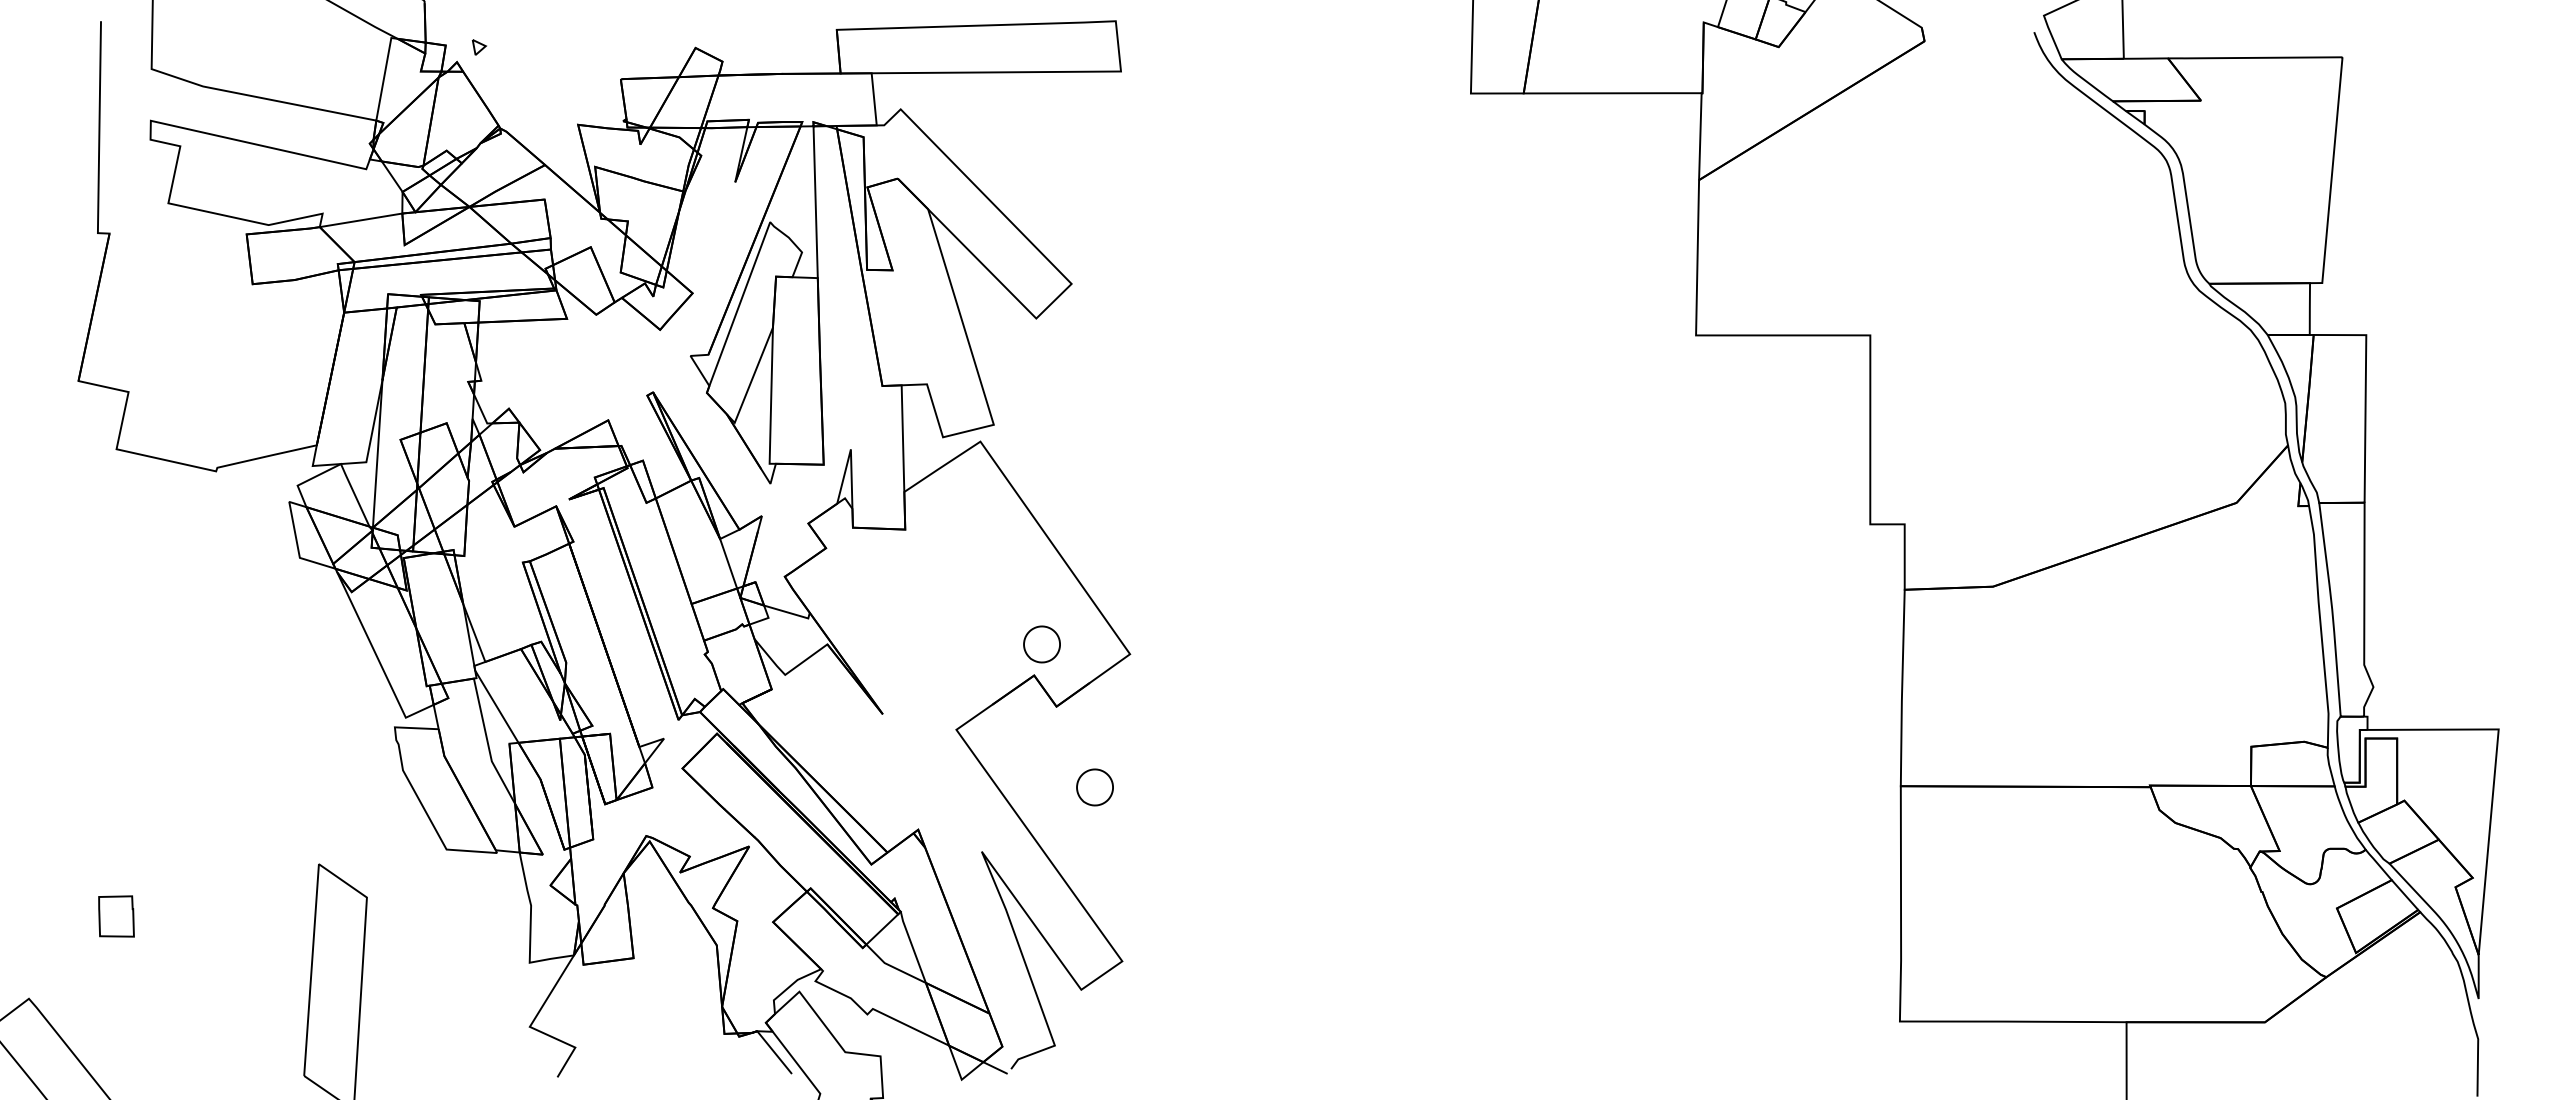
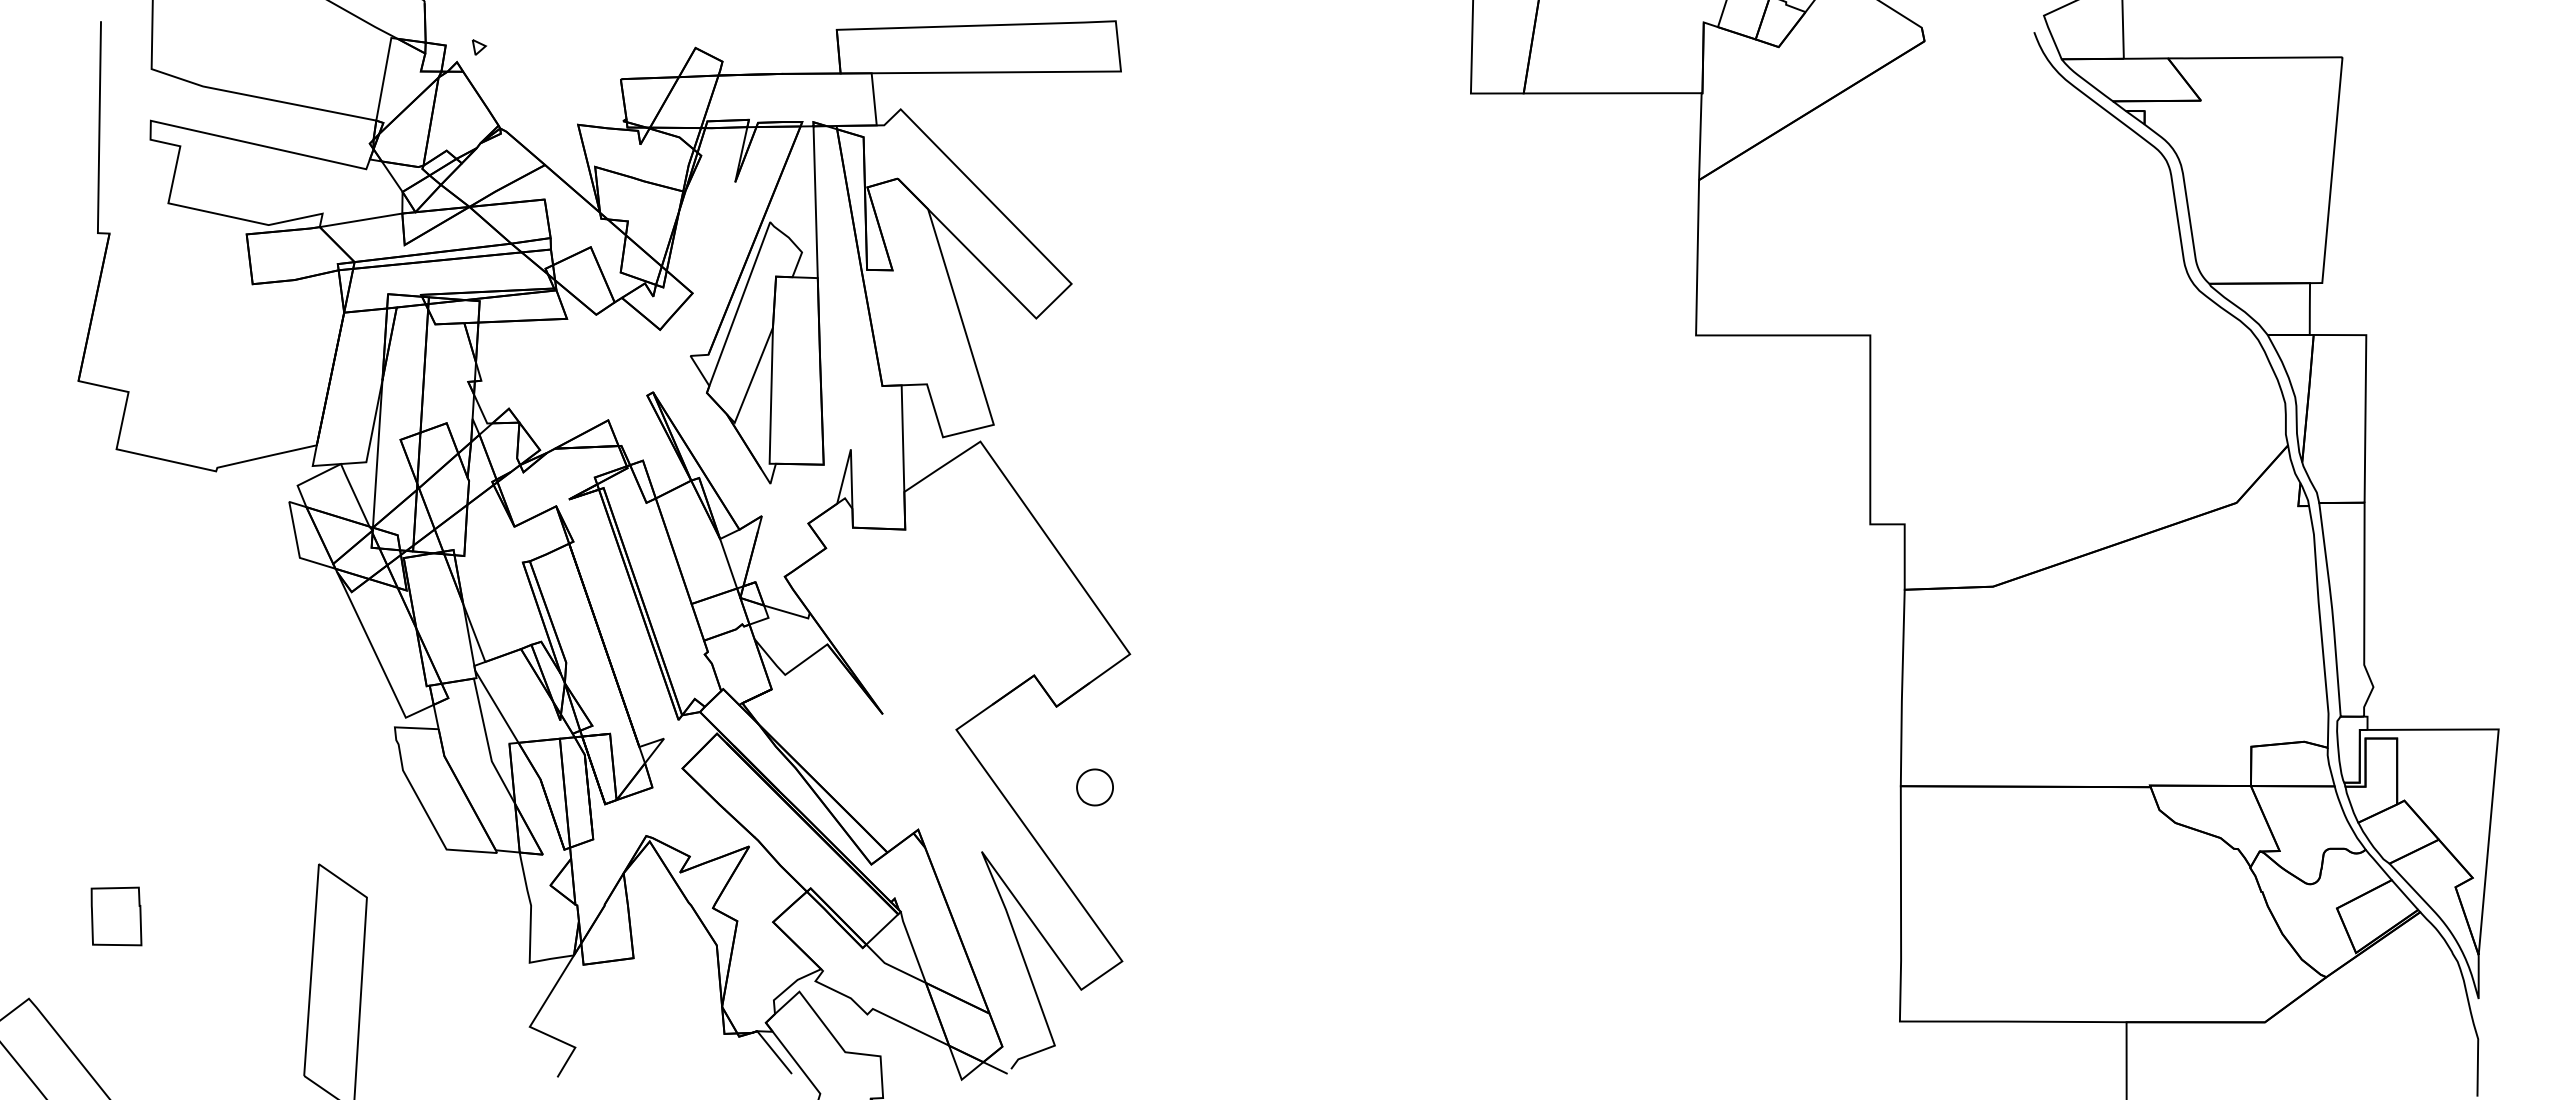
part at (1041, 644): present -> none
part at (116, 916) size: 37x43 px -> 53x61 px
